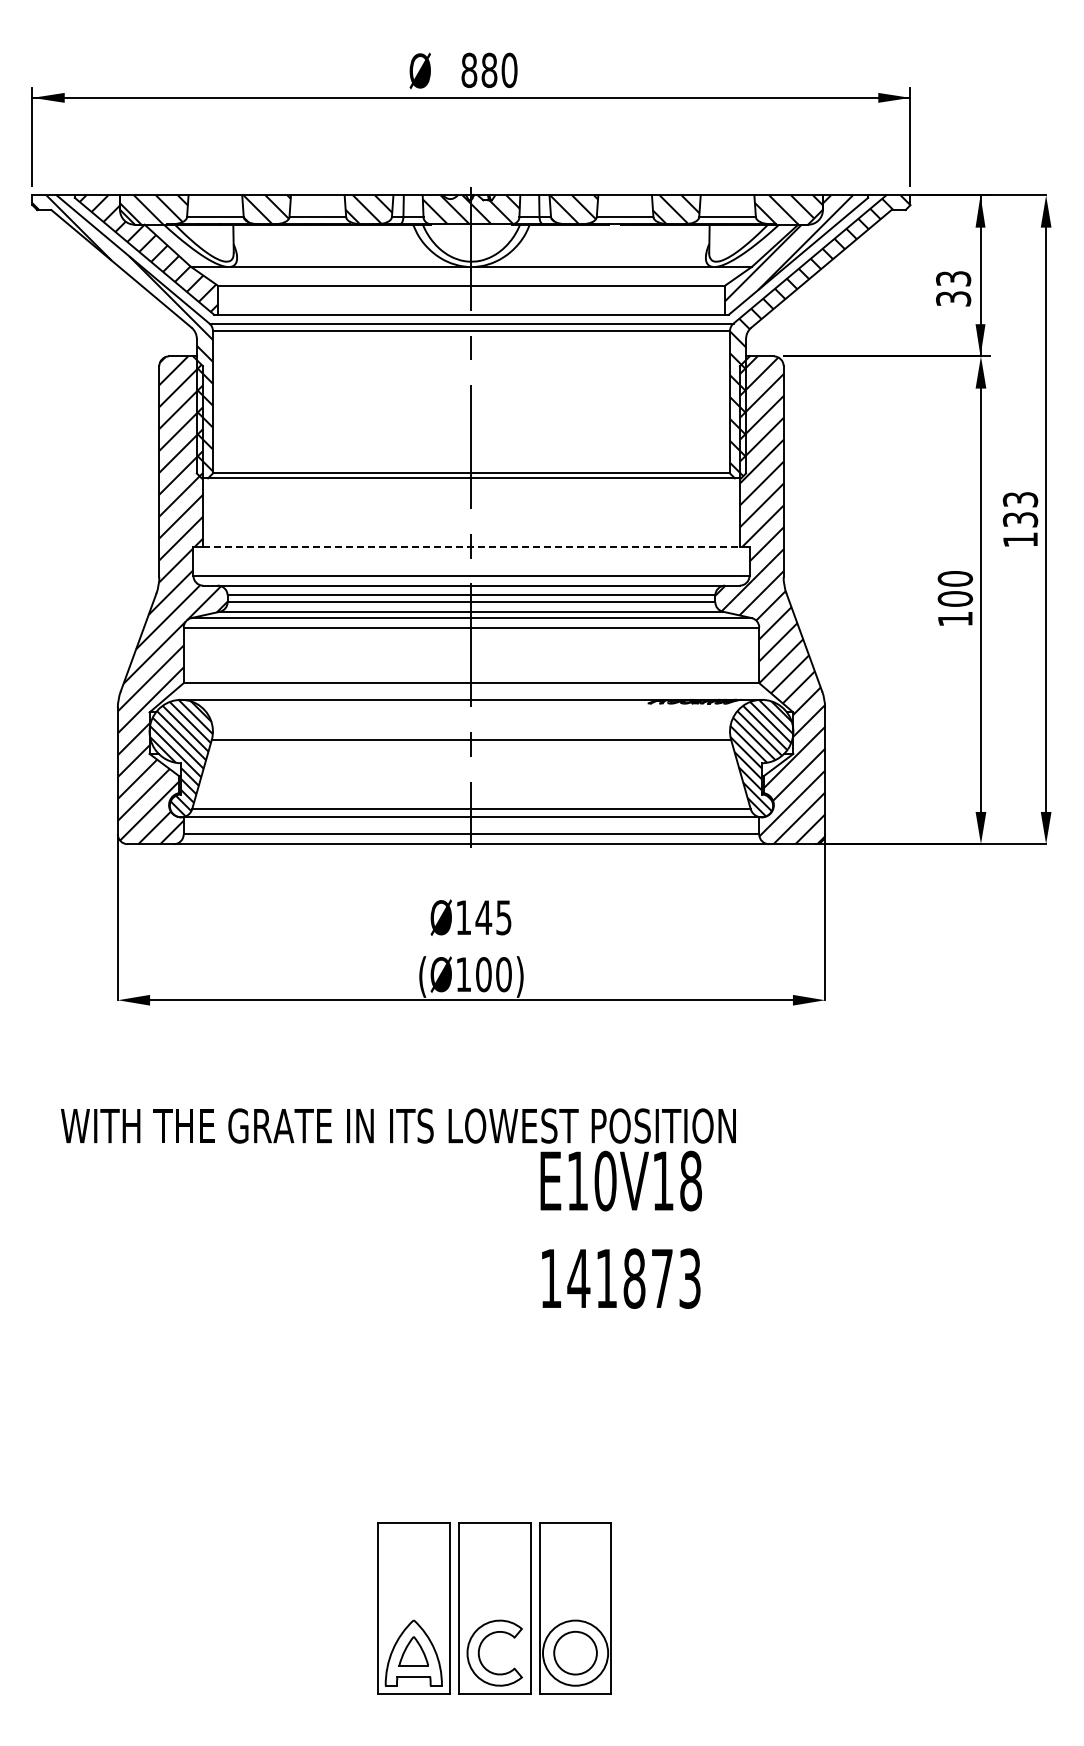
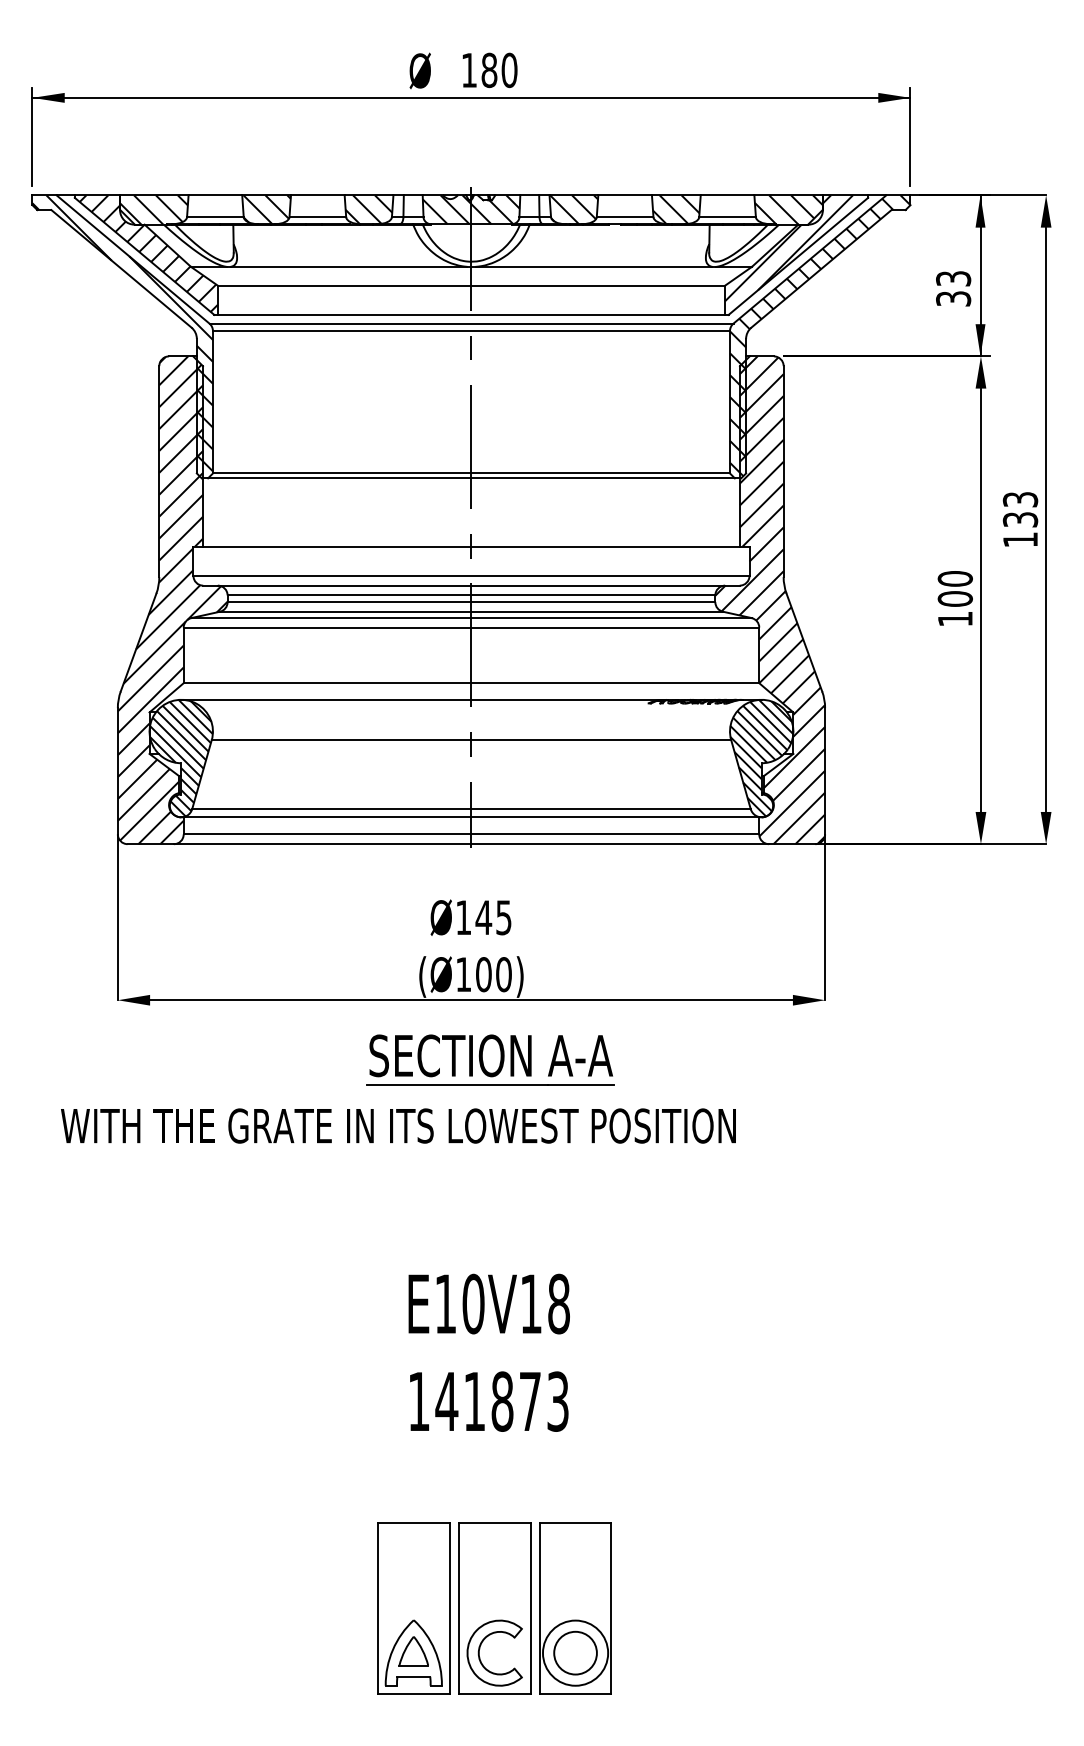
text at (469, 70): 880 -> 180
line at (471, 546): dashed -> solid
part at (490, 1059): none -> present
text at (620, 1229) position: (620, 1229) -> (488, 1352)
